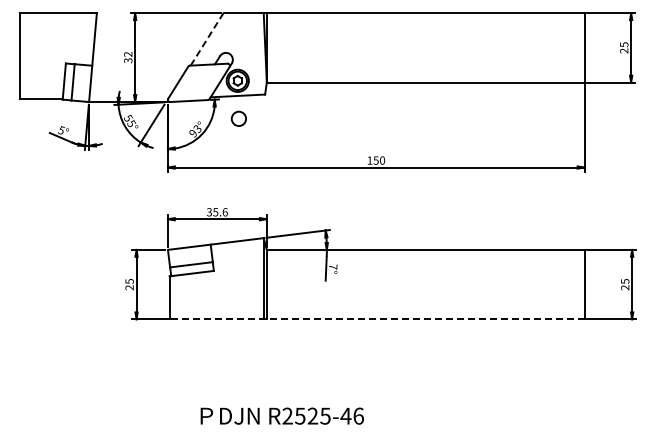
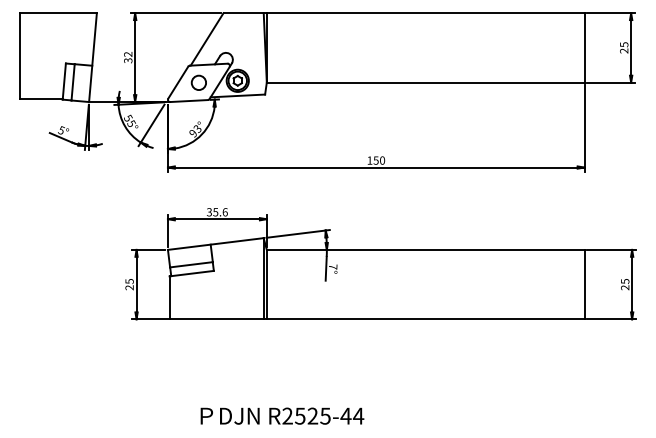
line at (207, 39): dashed -> solid
circle at (238, 118) position: (238, 118) -> (198, 82)
line at (376, 319): dashed -> solid
text at (358, 415): R2525-46 -> R2525-44
